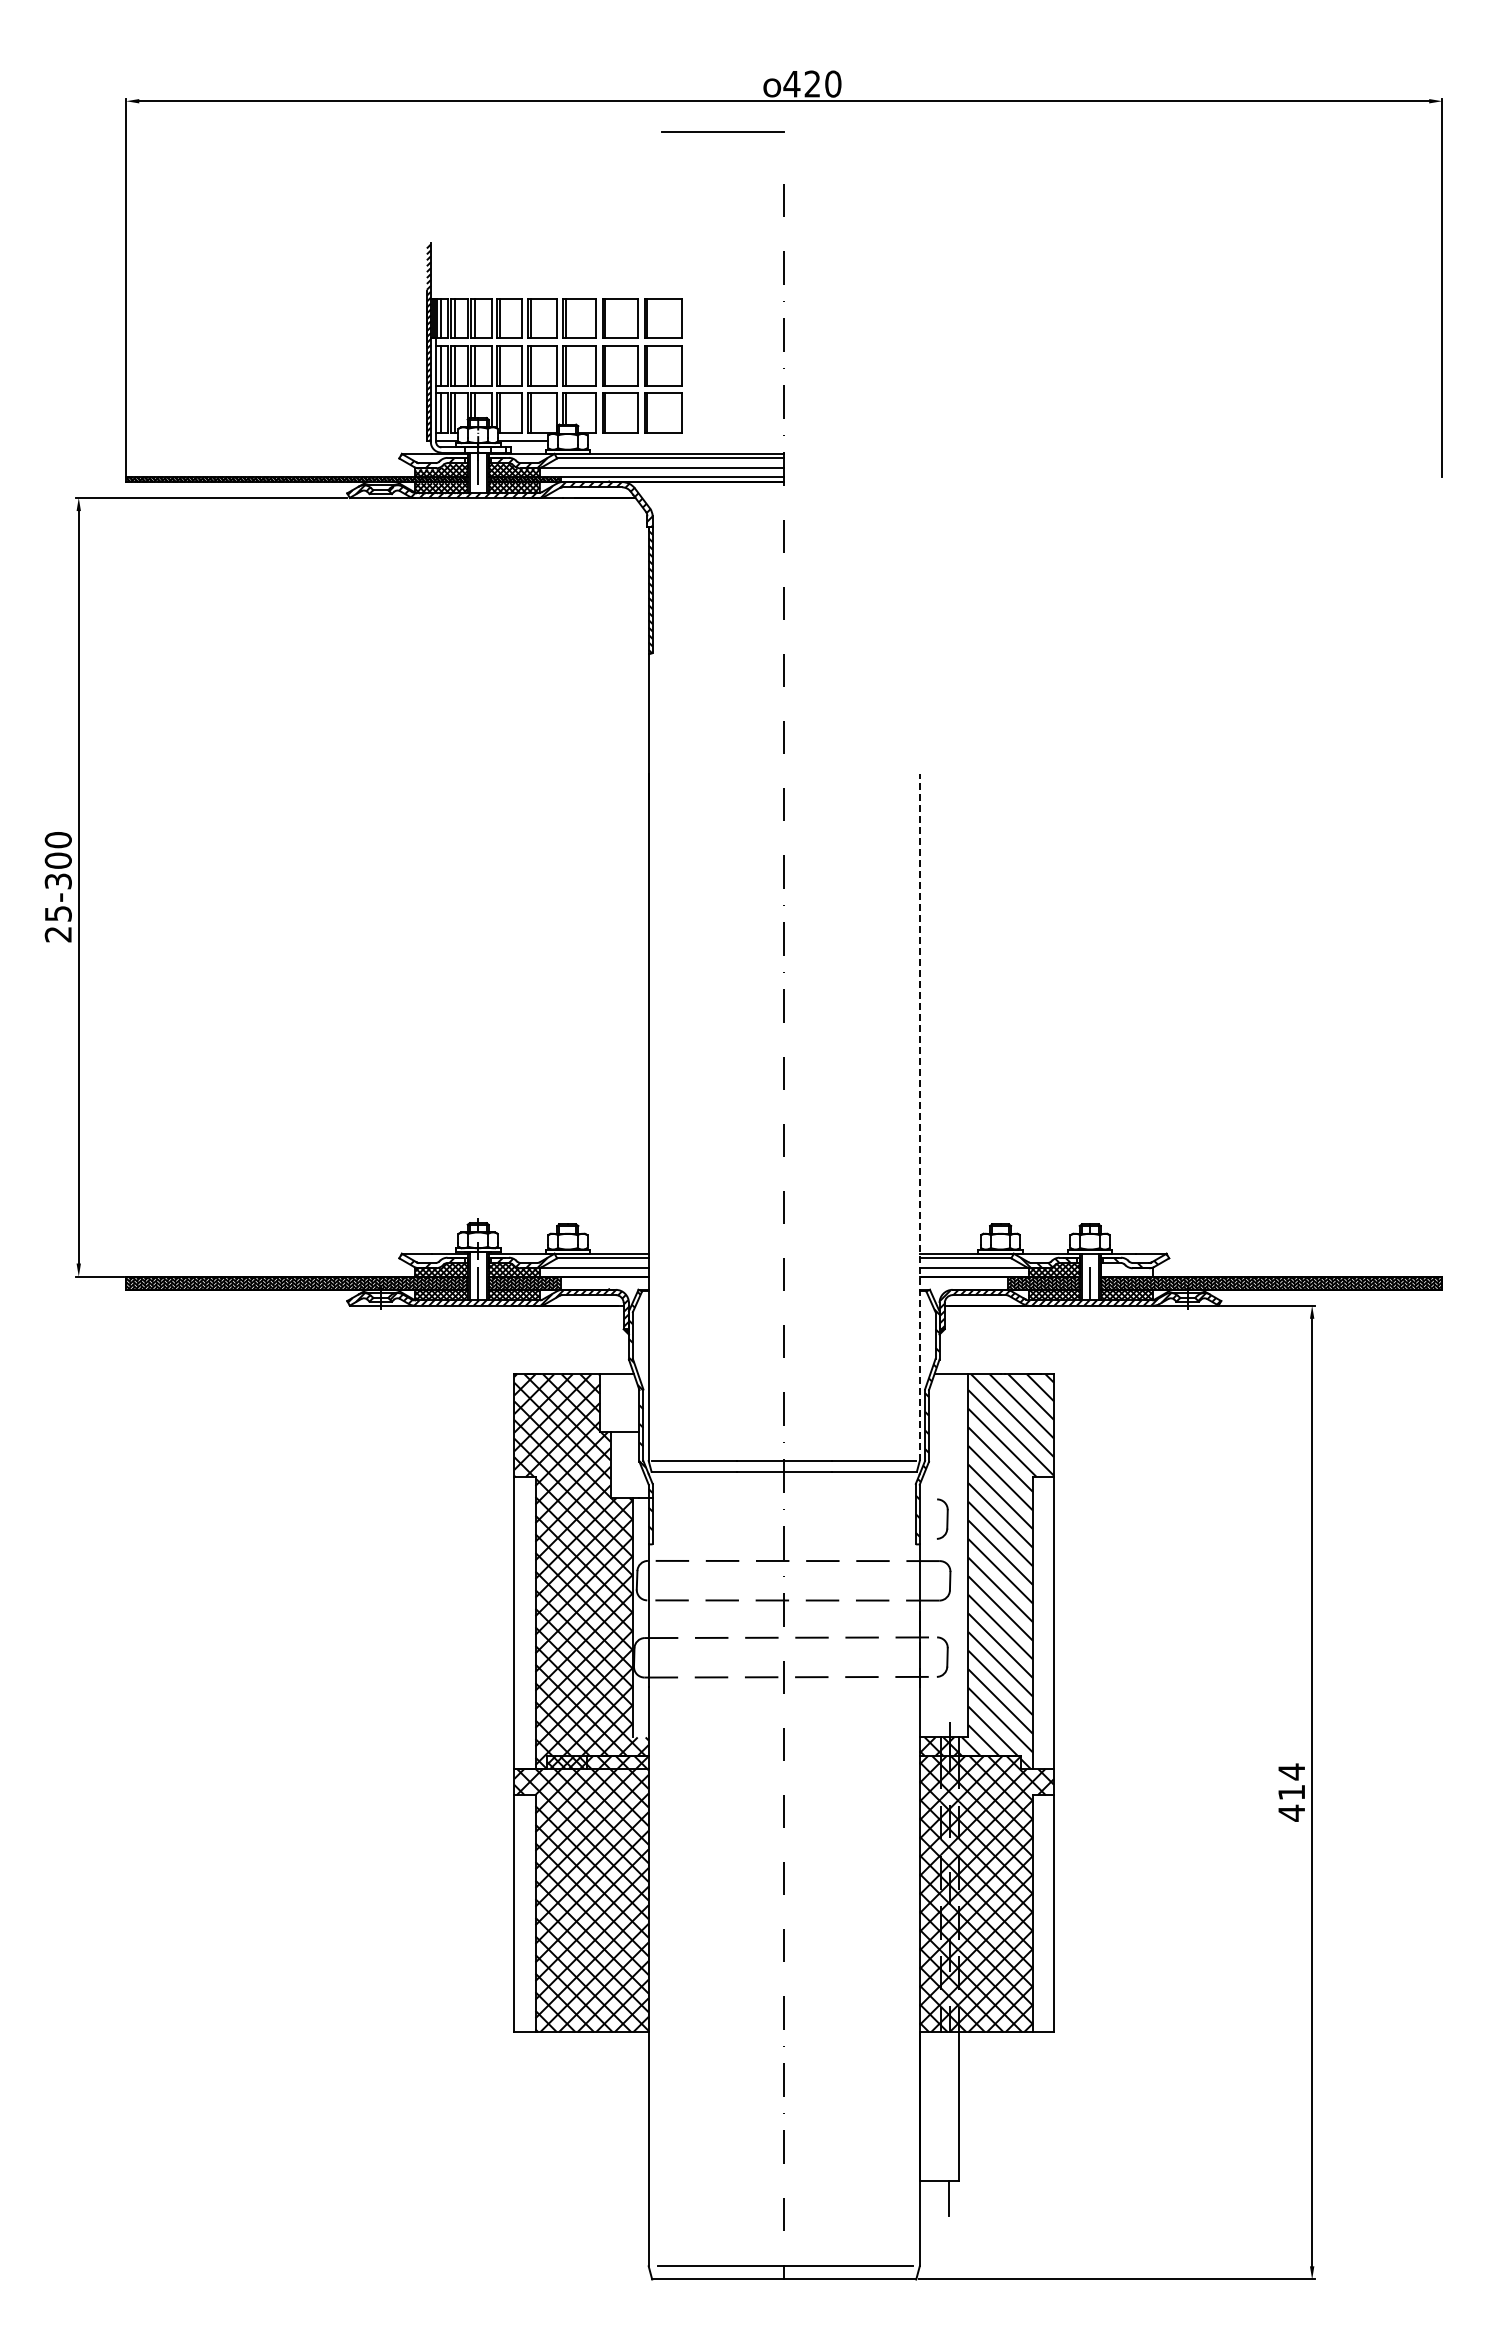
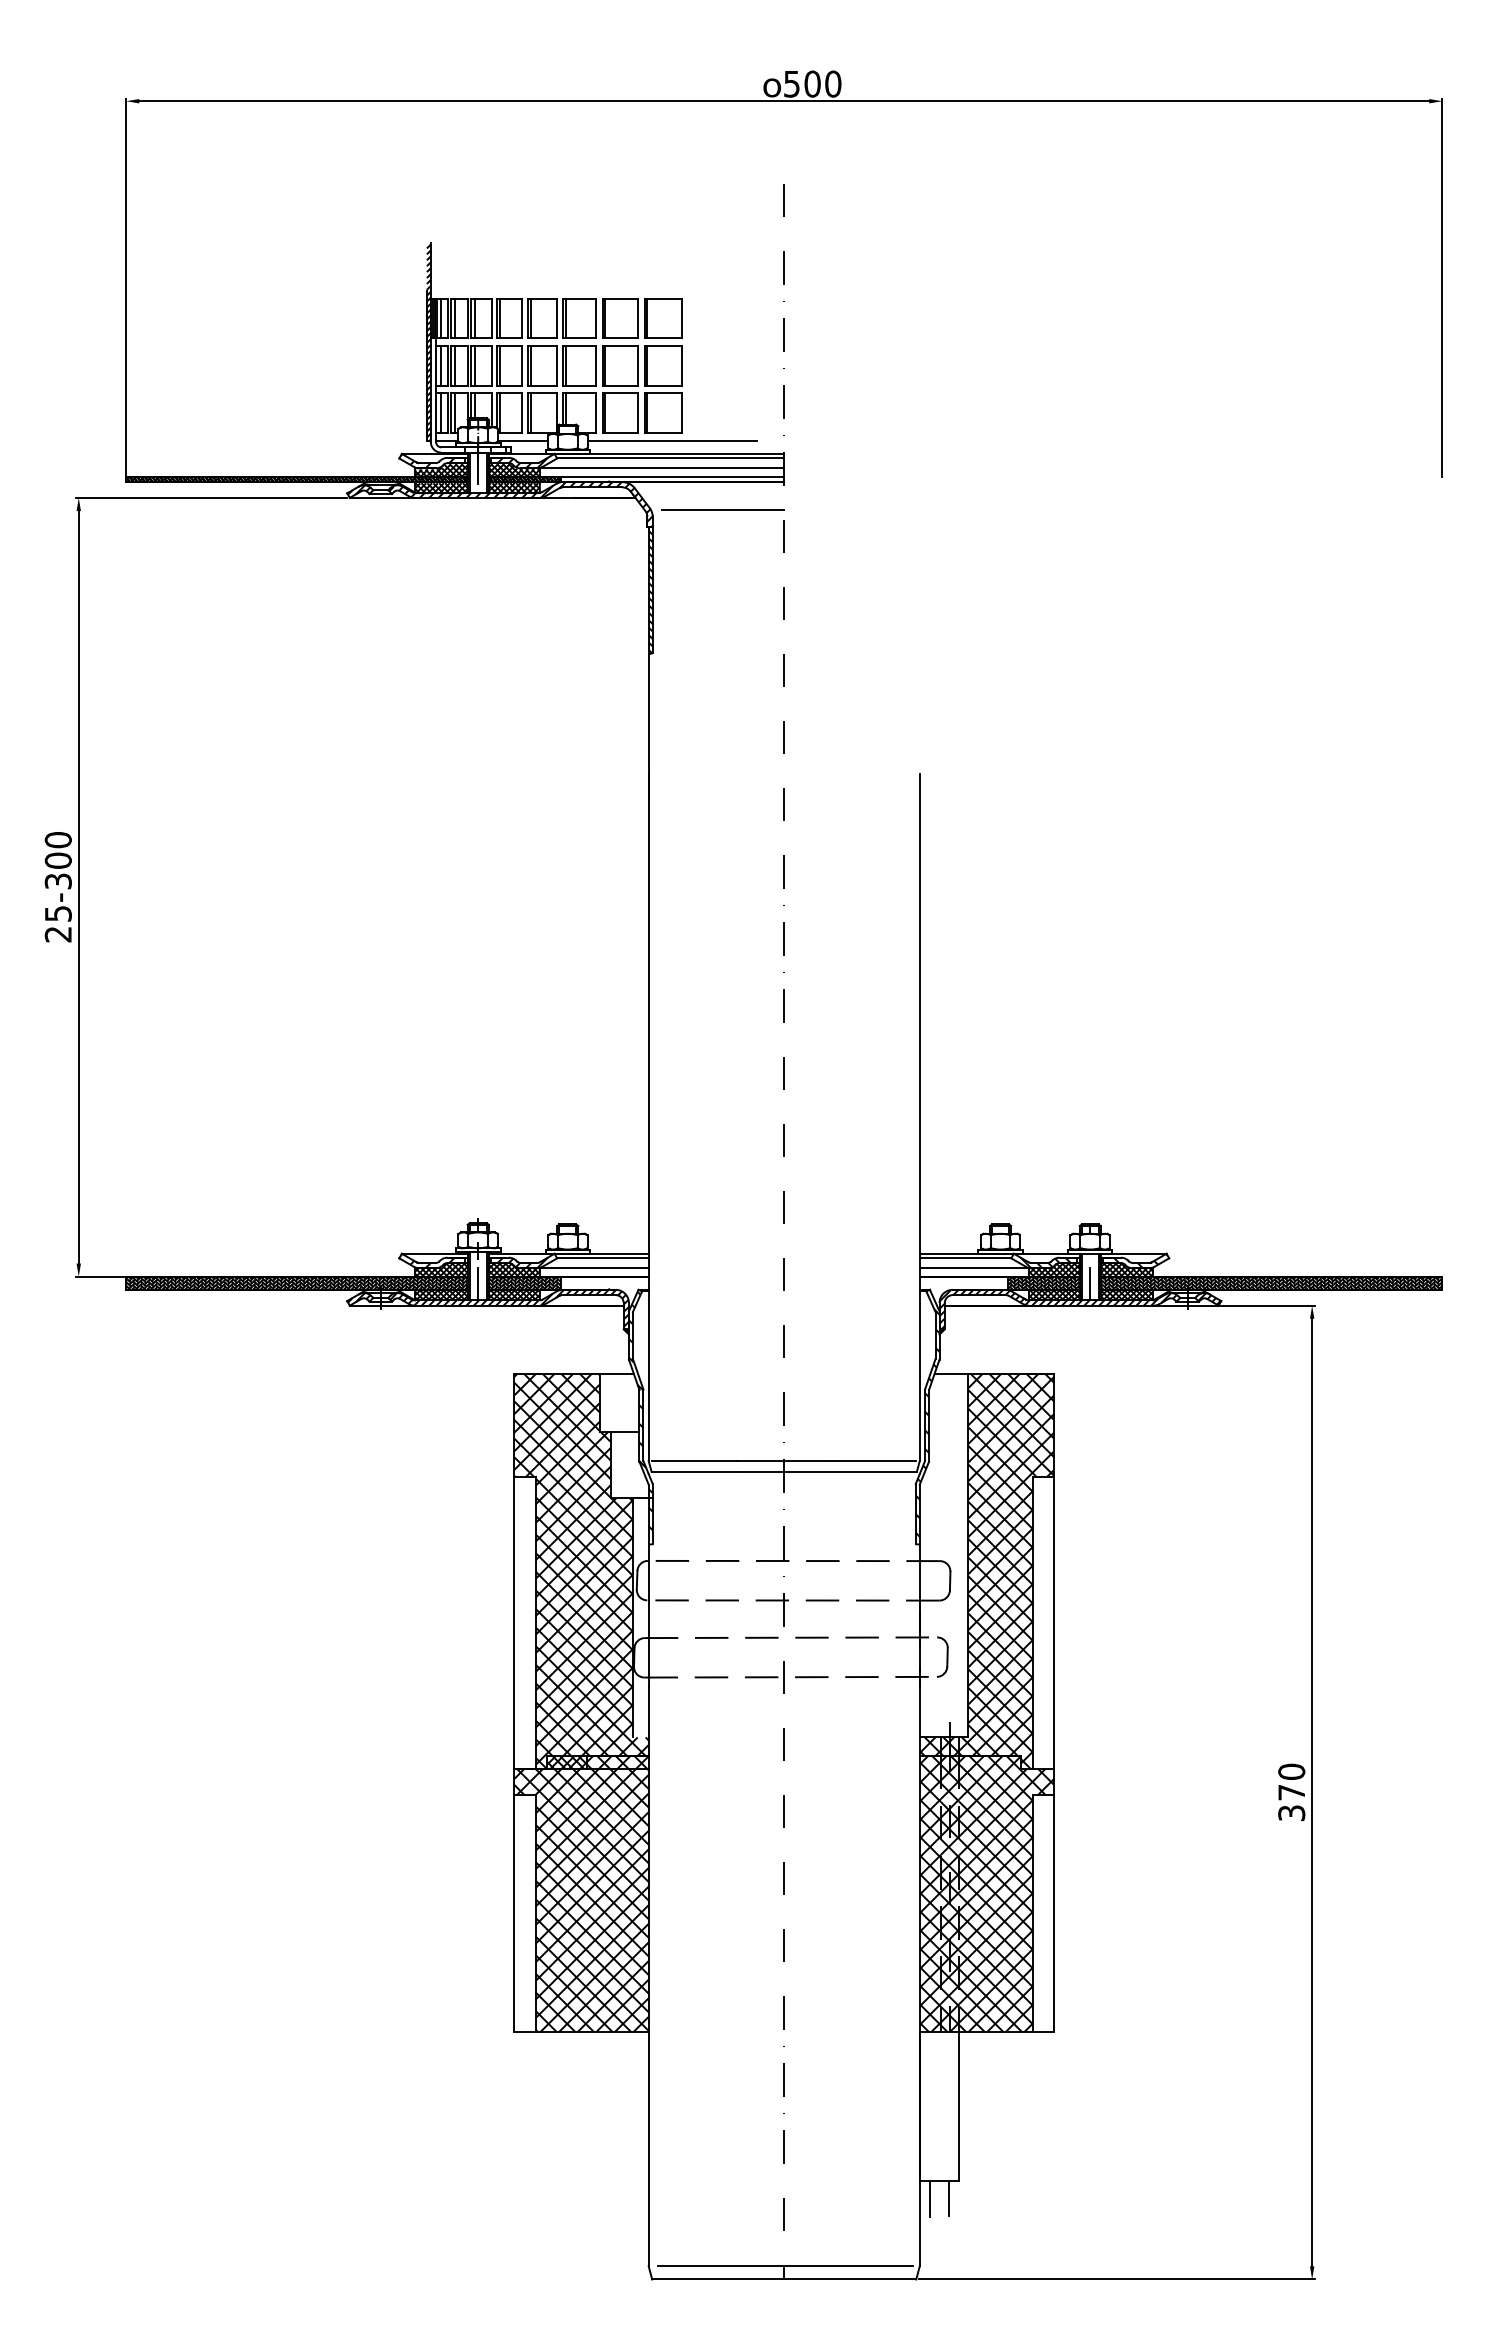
text at (801, 83): 420 -> 500
line at (722, 131) position: (722, 131) -> (722, 509)
line at (671, 440): none -> present
line at (919, 1117): dashed -> solid
hatch at (1126, 1269): none -> present
part at (942, 1518): present -> none
hatch at (1006, 1568): none -> present
text at (1291, 1792): 414 -> 370
line at (930, 2198): none -> present
